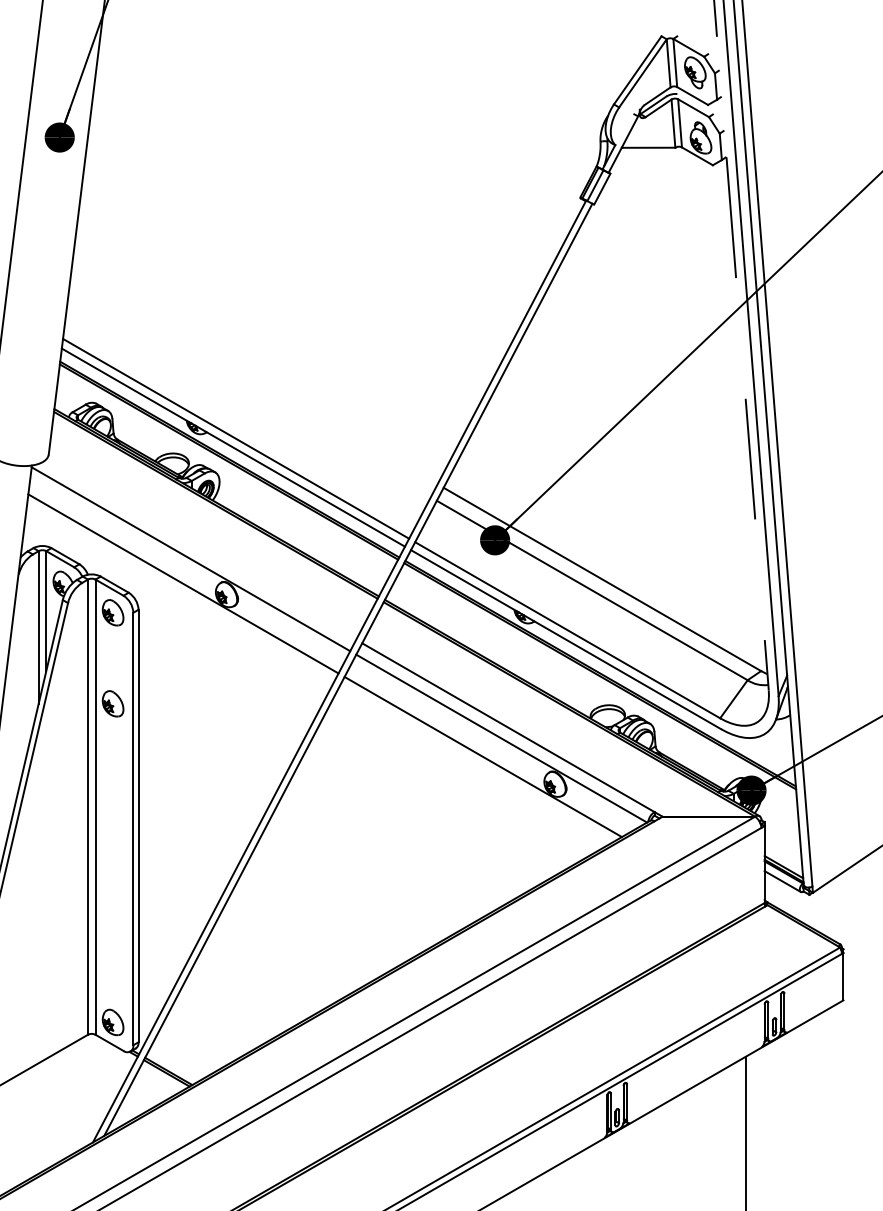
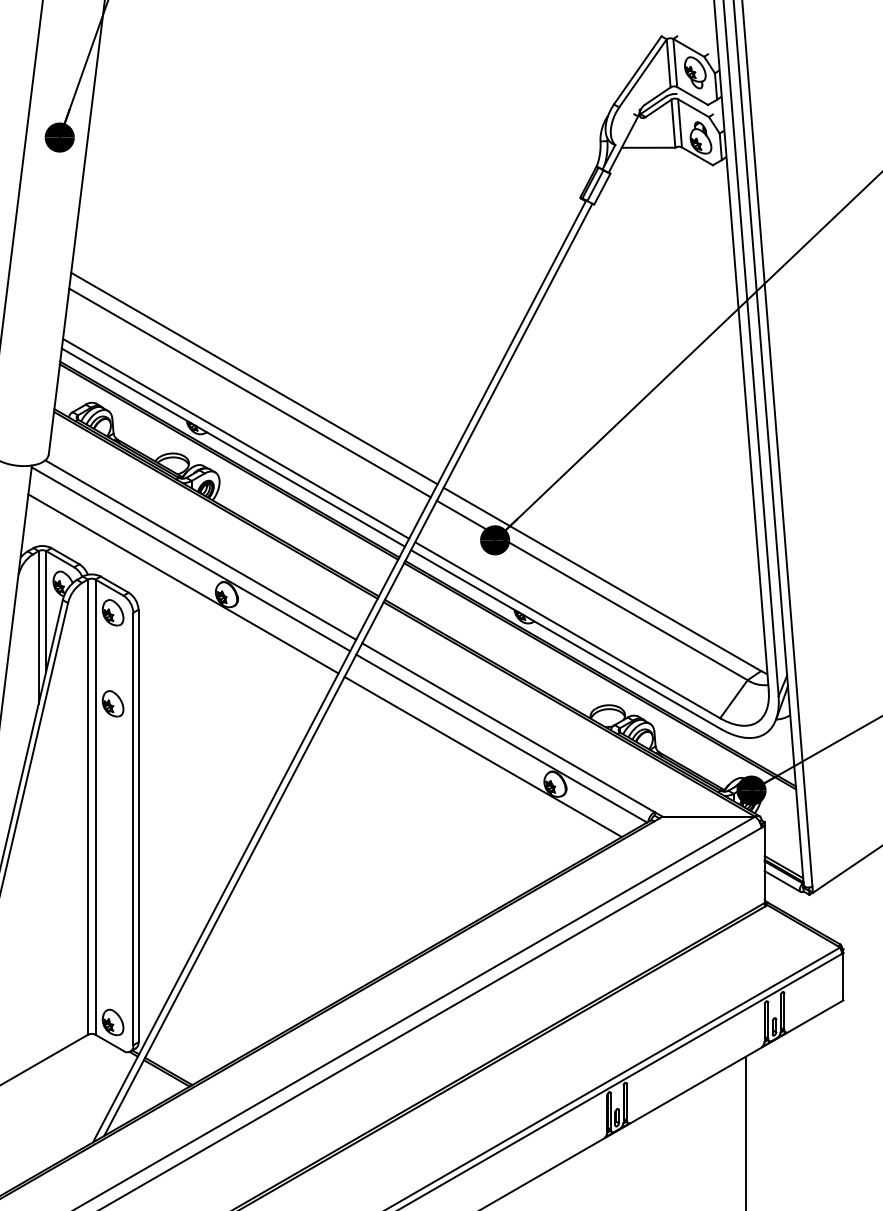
line at (741, 345): dashed -> solid
line at (254, 378): none -> present
line at (249, 392): none -> present
line at (200, 549): none -> present
